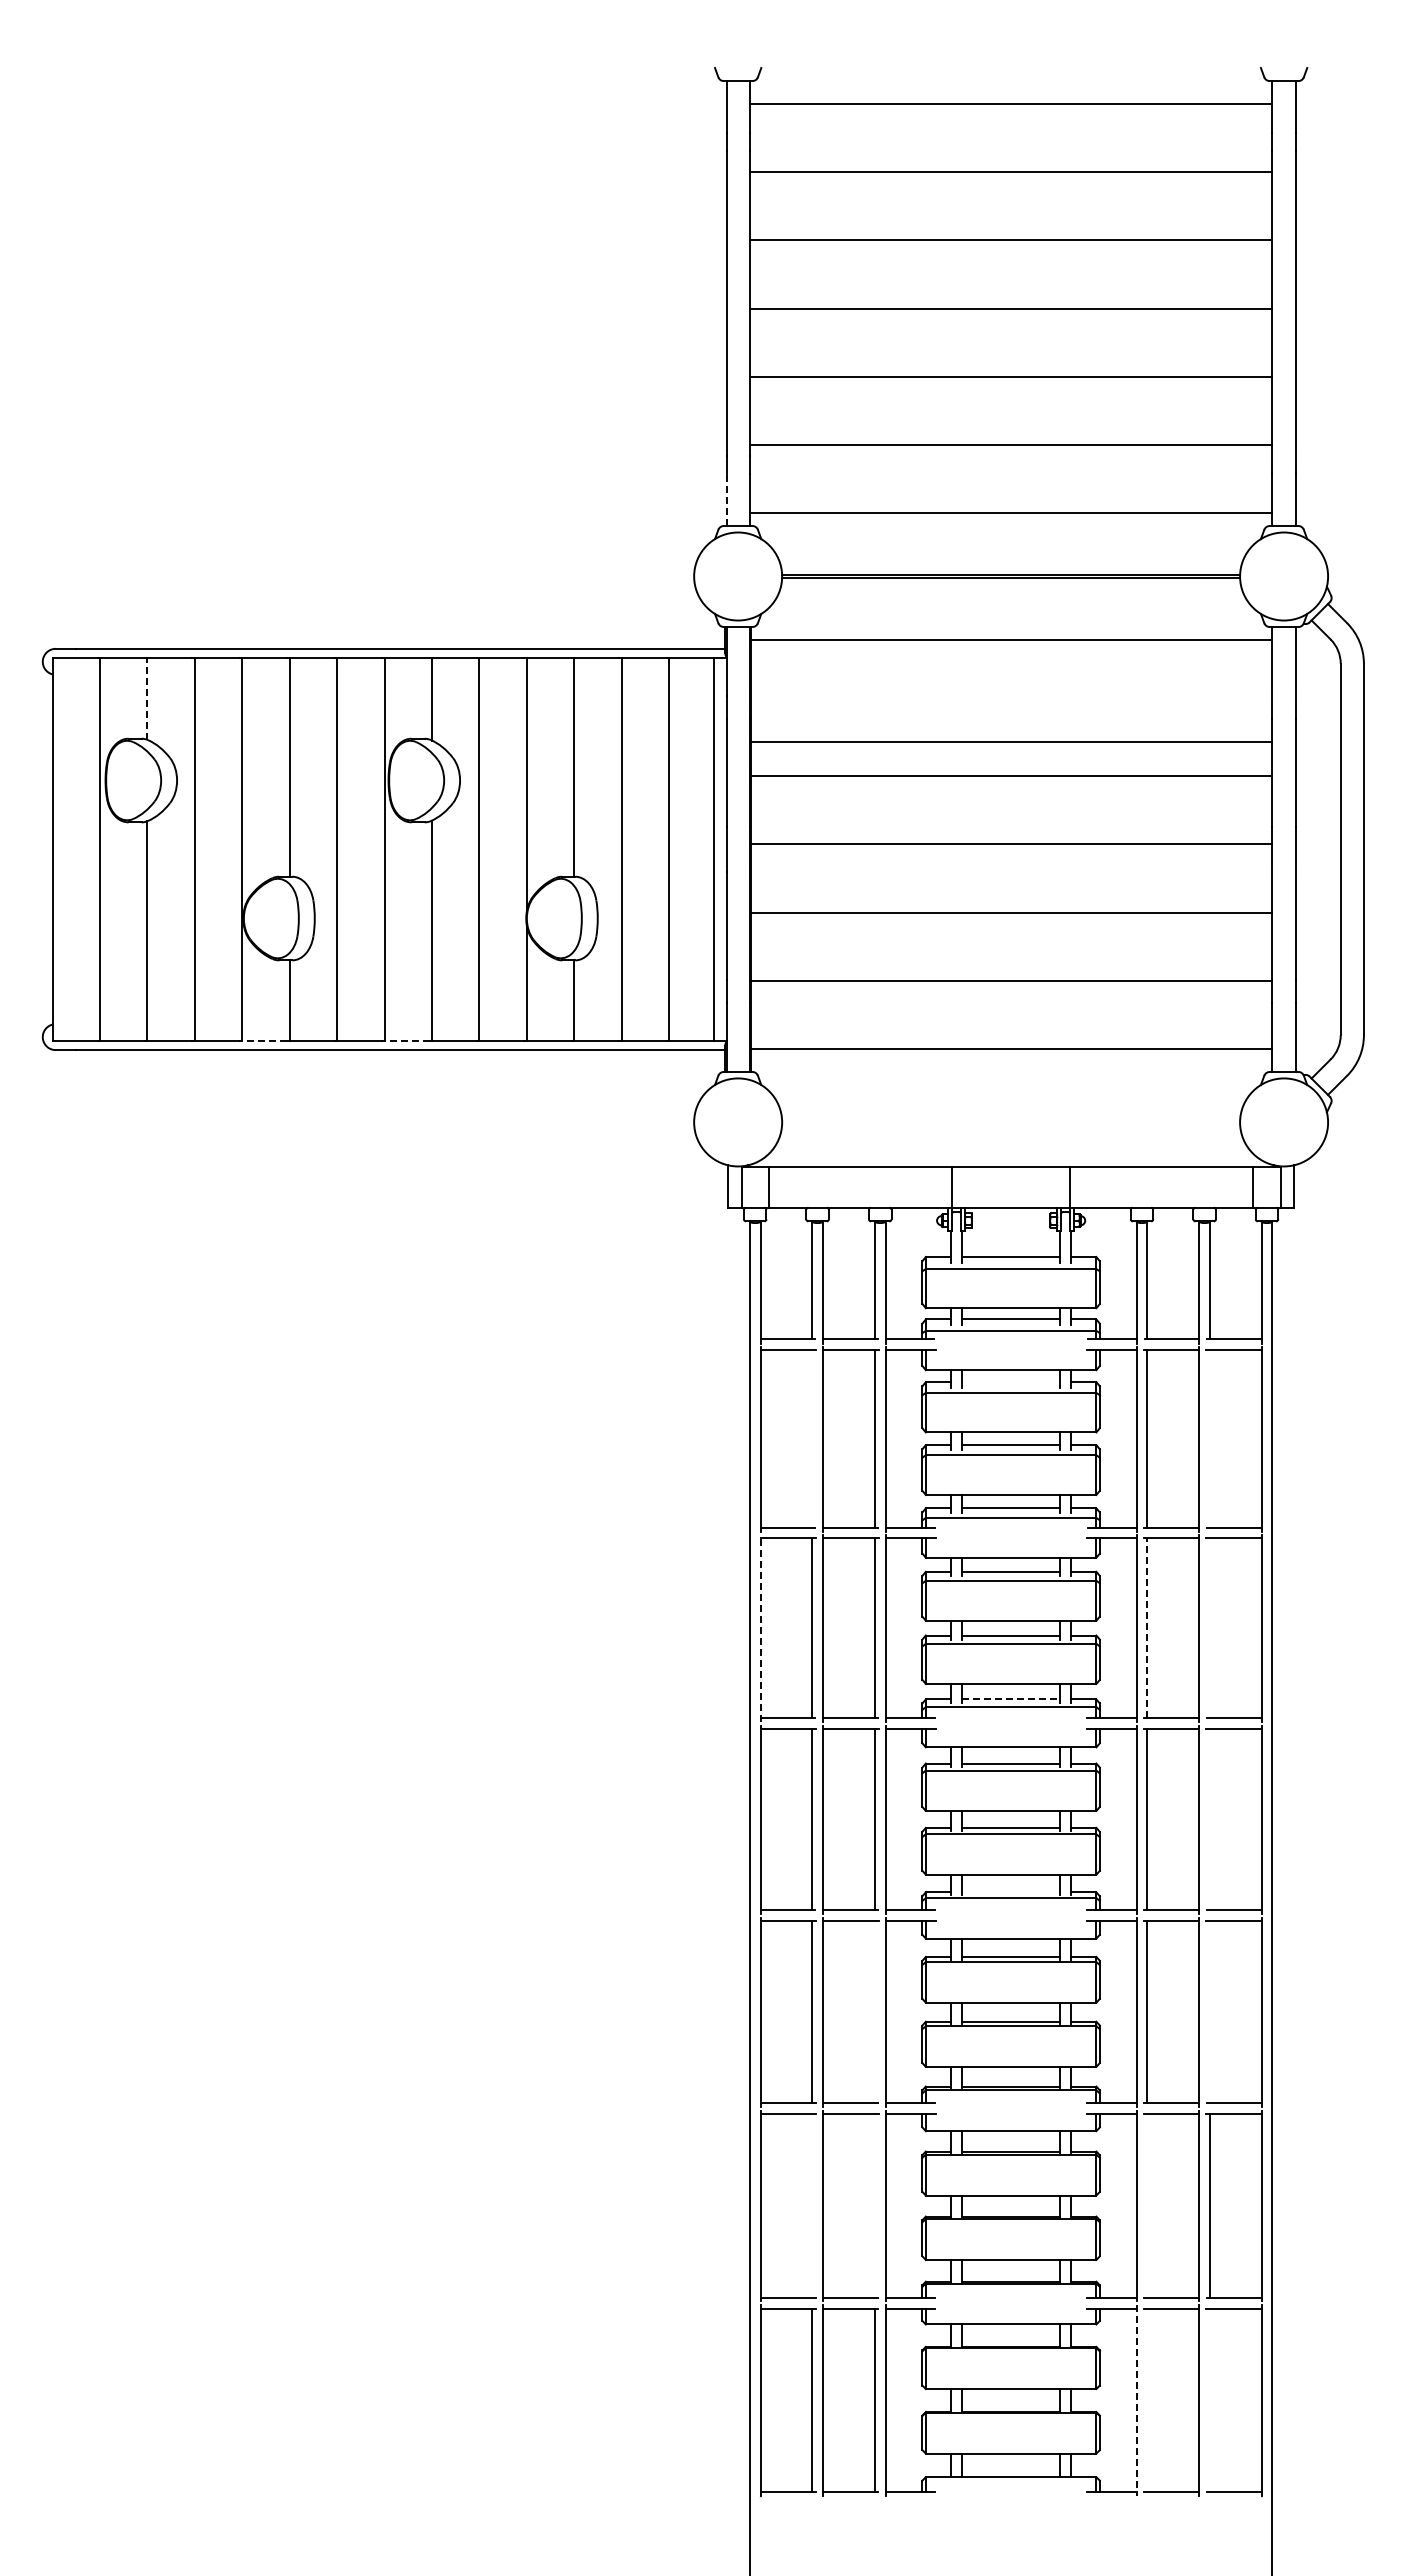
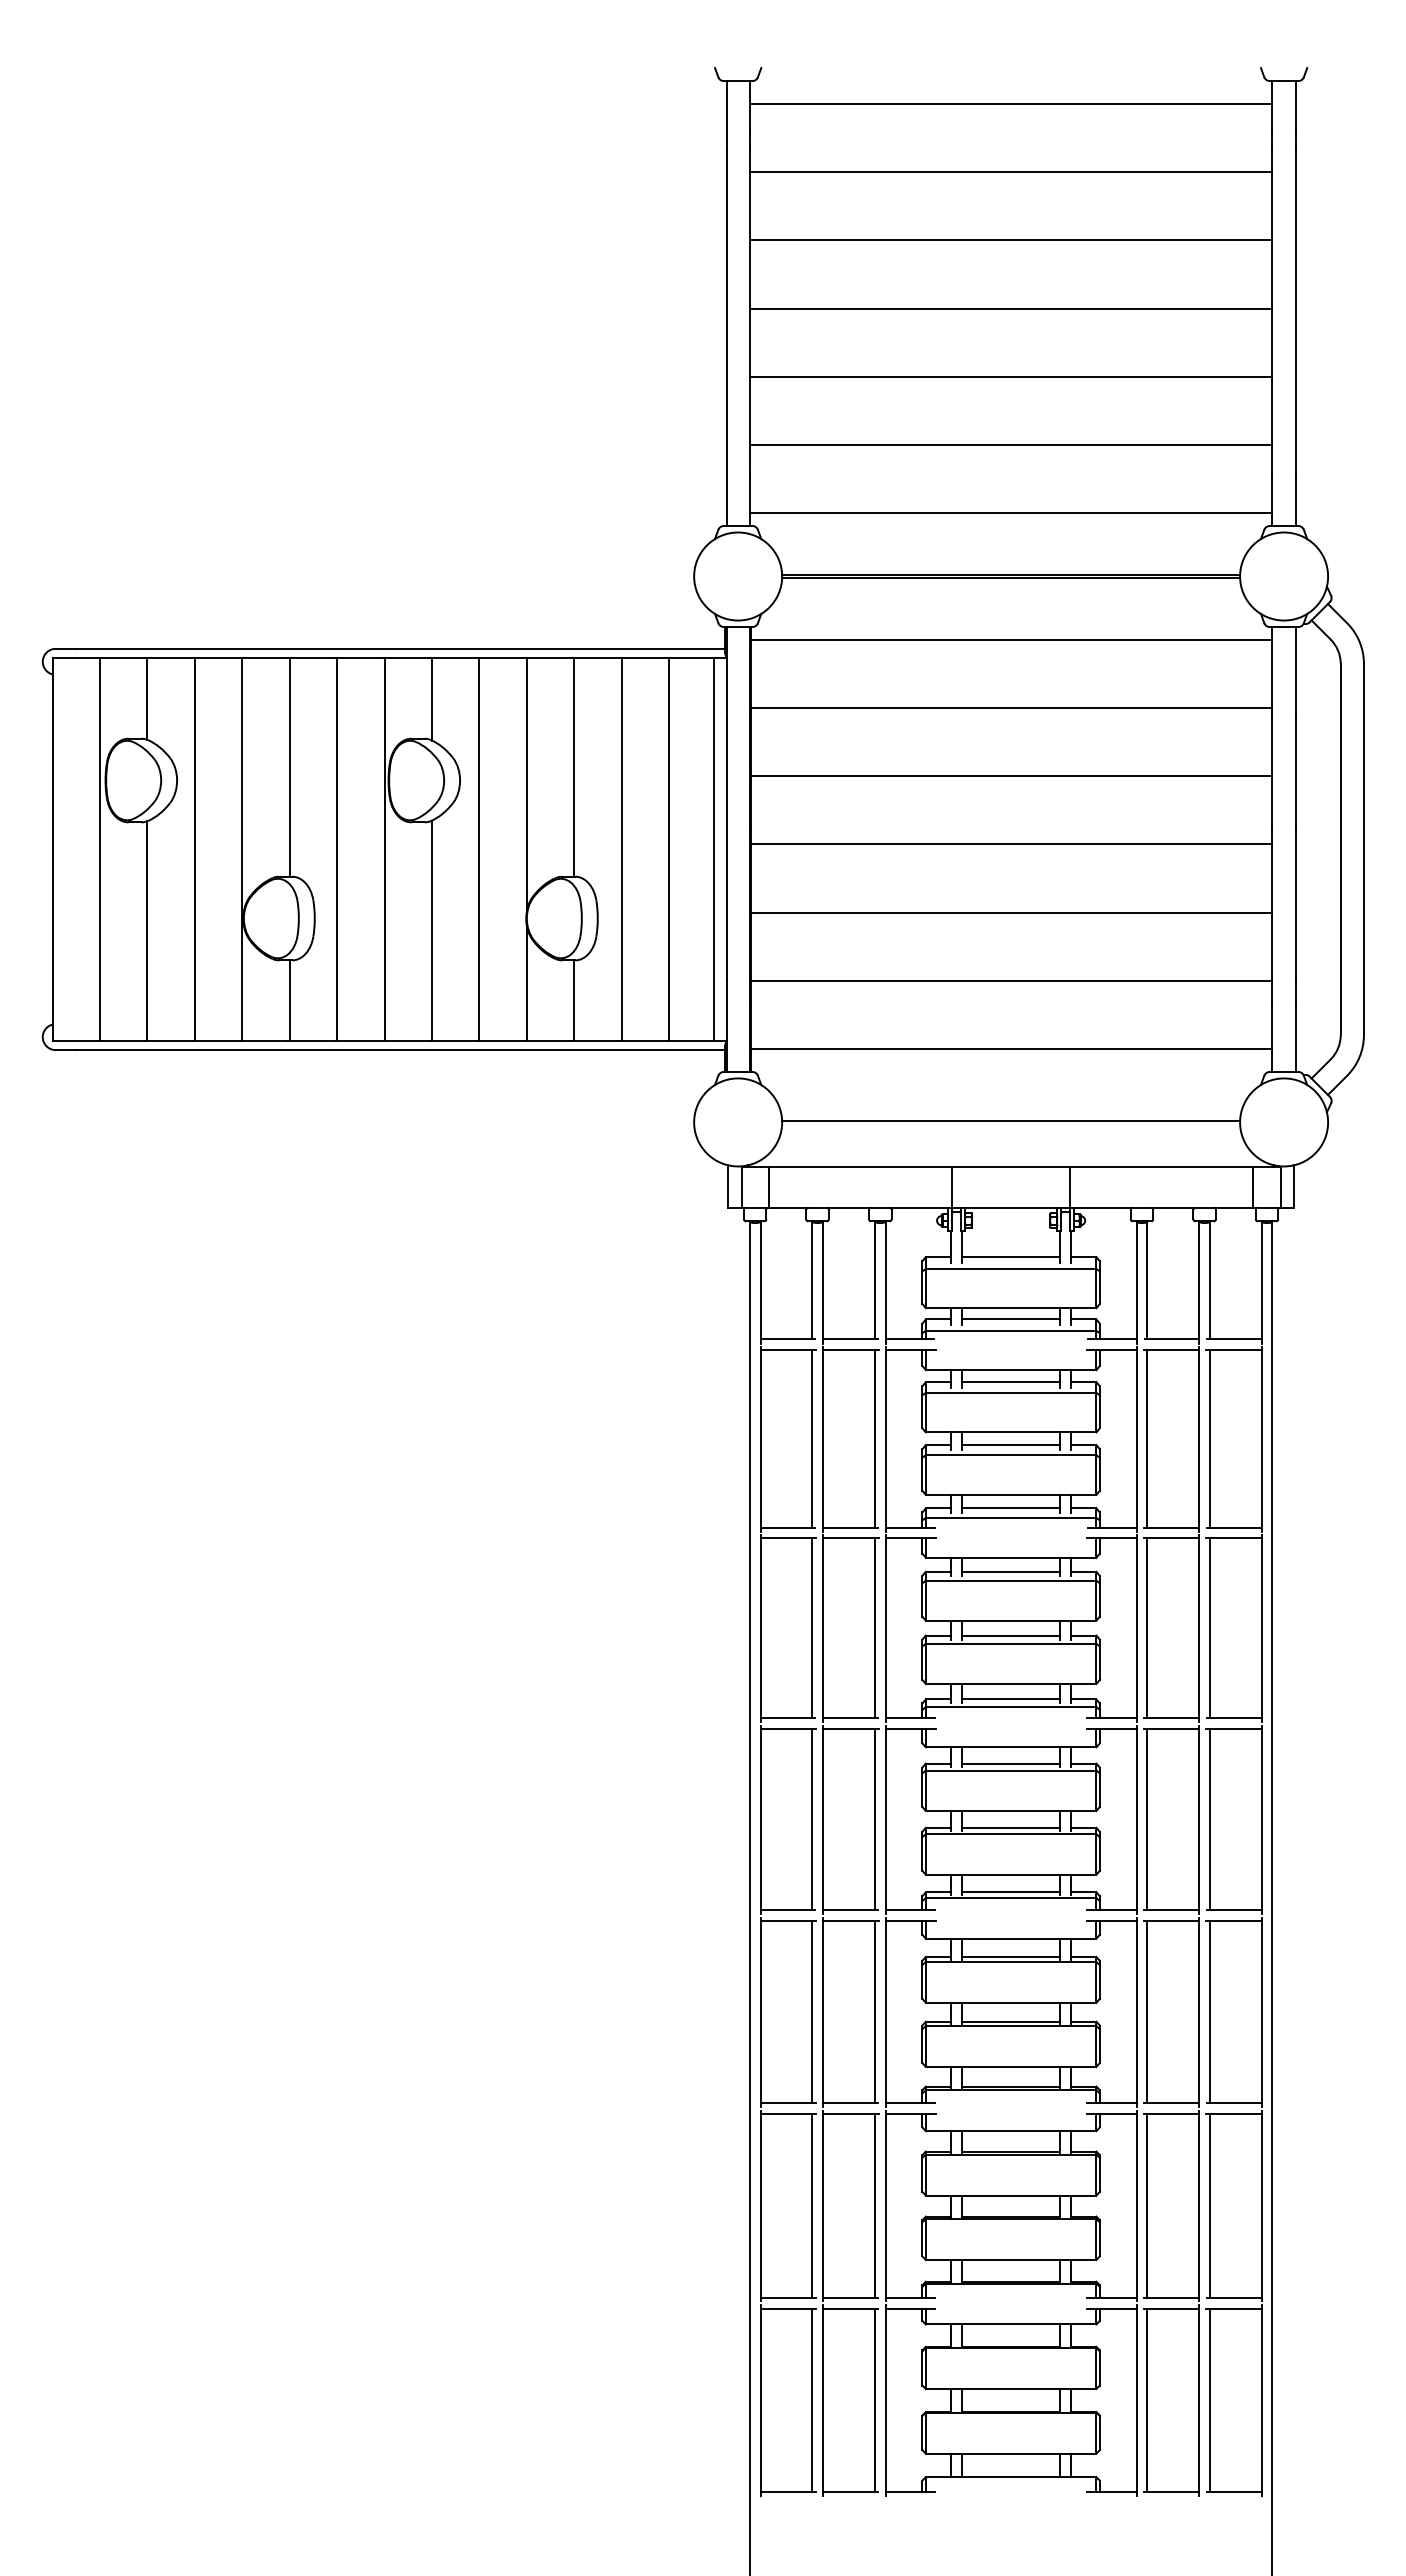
line at (726, 500): dashed -> solid
line at (147, 699): dashed -> solid
line at (1011, 741) position: (1011, 741) -> (1011, 707)
line at (264, 1040): dashed -> solid
line at (407, 1040): dashed -> solid
line at (1011, 1120): none -> present
line at (1010, 1382): none -> present
line at (812, 1438): none -> present
line at (1210, 1438): none -> present
line at (1210, 1627): none -> present
line at (760, 1628): dashed -> solid
line at (1147, 1628): dashed -> solid
line at (1011, 1699): dashed -> solid
line at (1210, 1819): none -> present
line at (1010, 1892): none -> present
line at (874, 2011): none -> present
line at (1210, 2011): none -> present
line at (812, 2205): none -> present
line at (874, 2205): none -> present
line at (1147, 2205): none -> present
line at (1136, 2400): dashed -> solid
line at (1147, 2400): none -> present
line at (1210, 2400): none -> present
